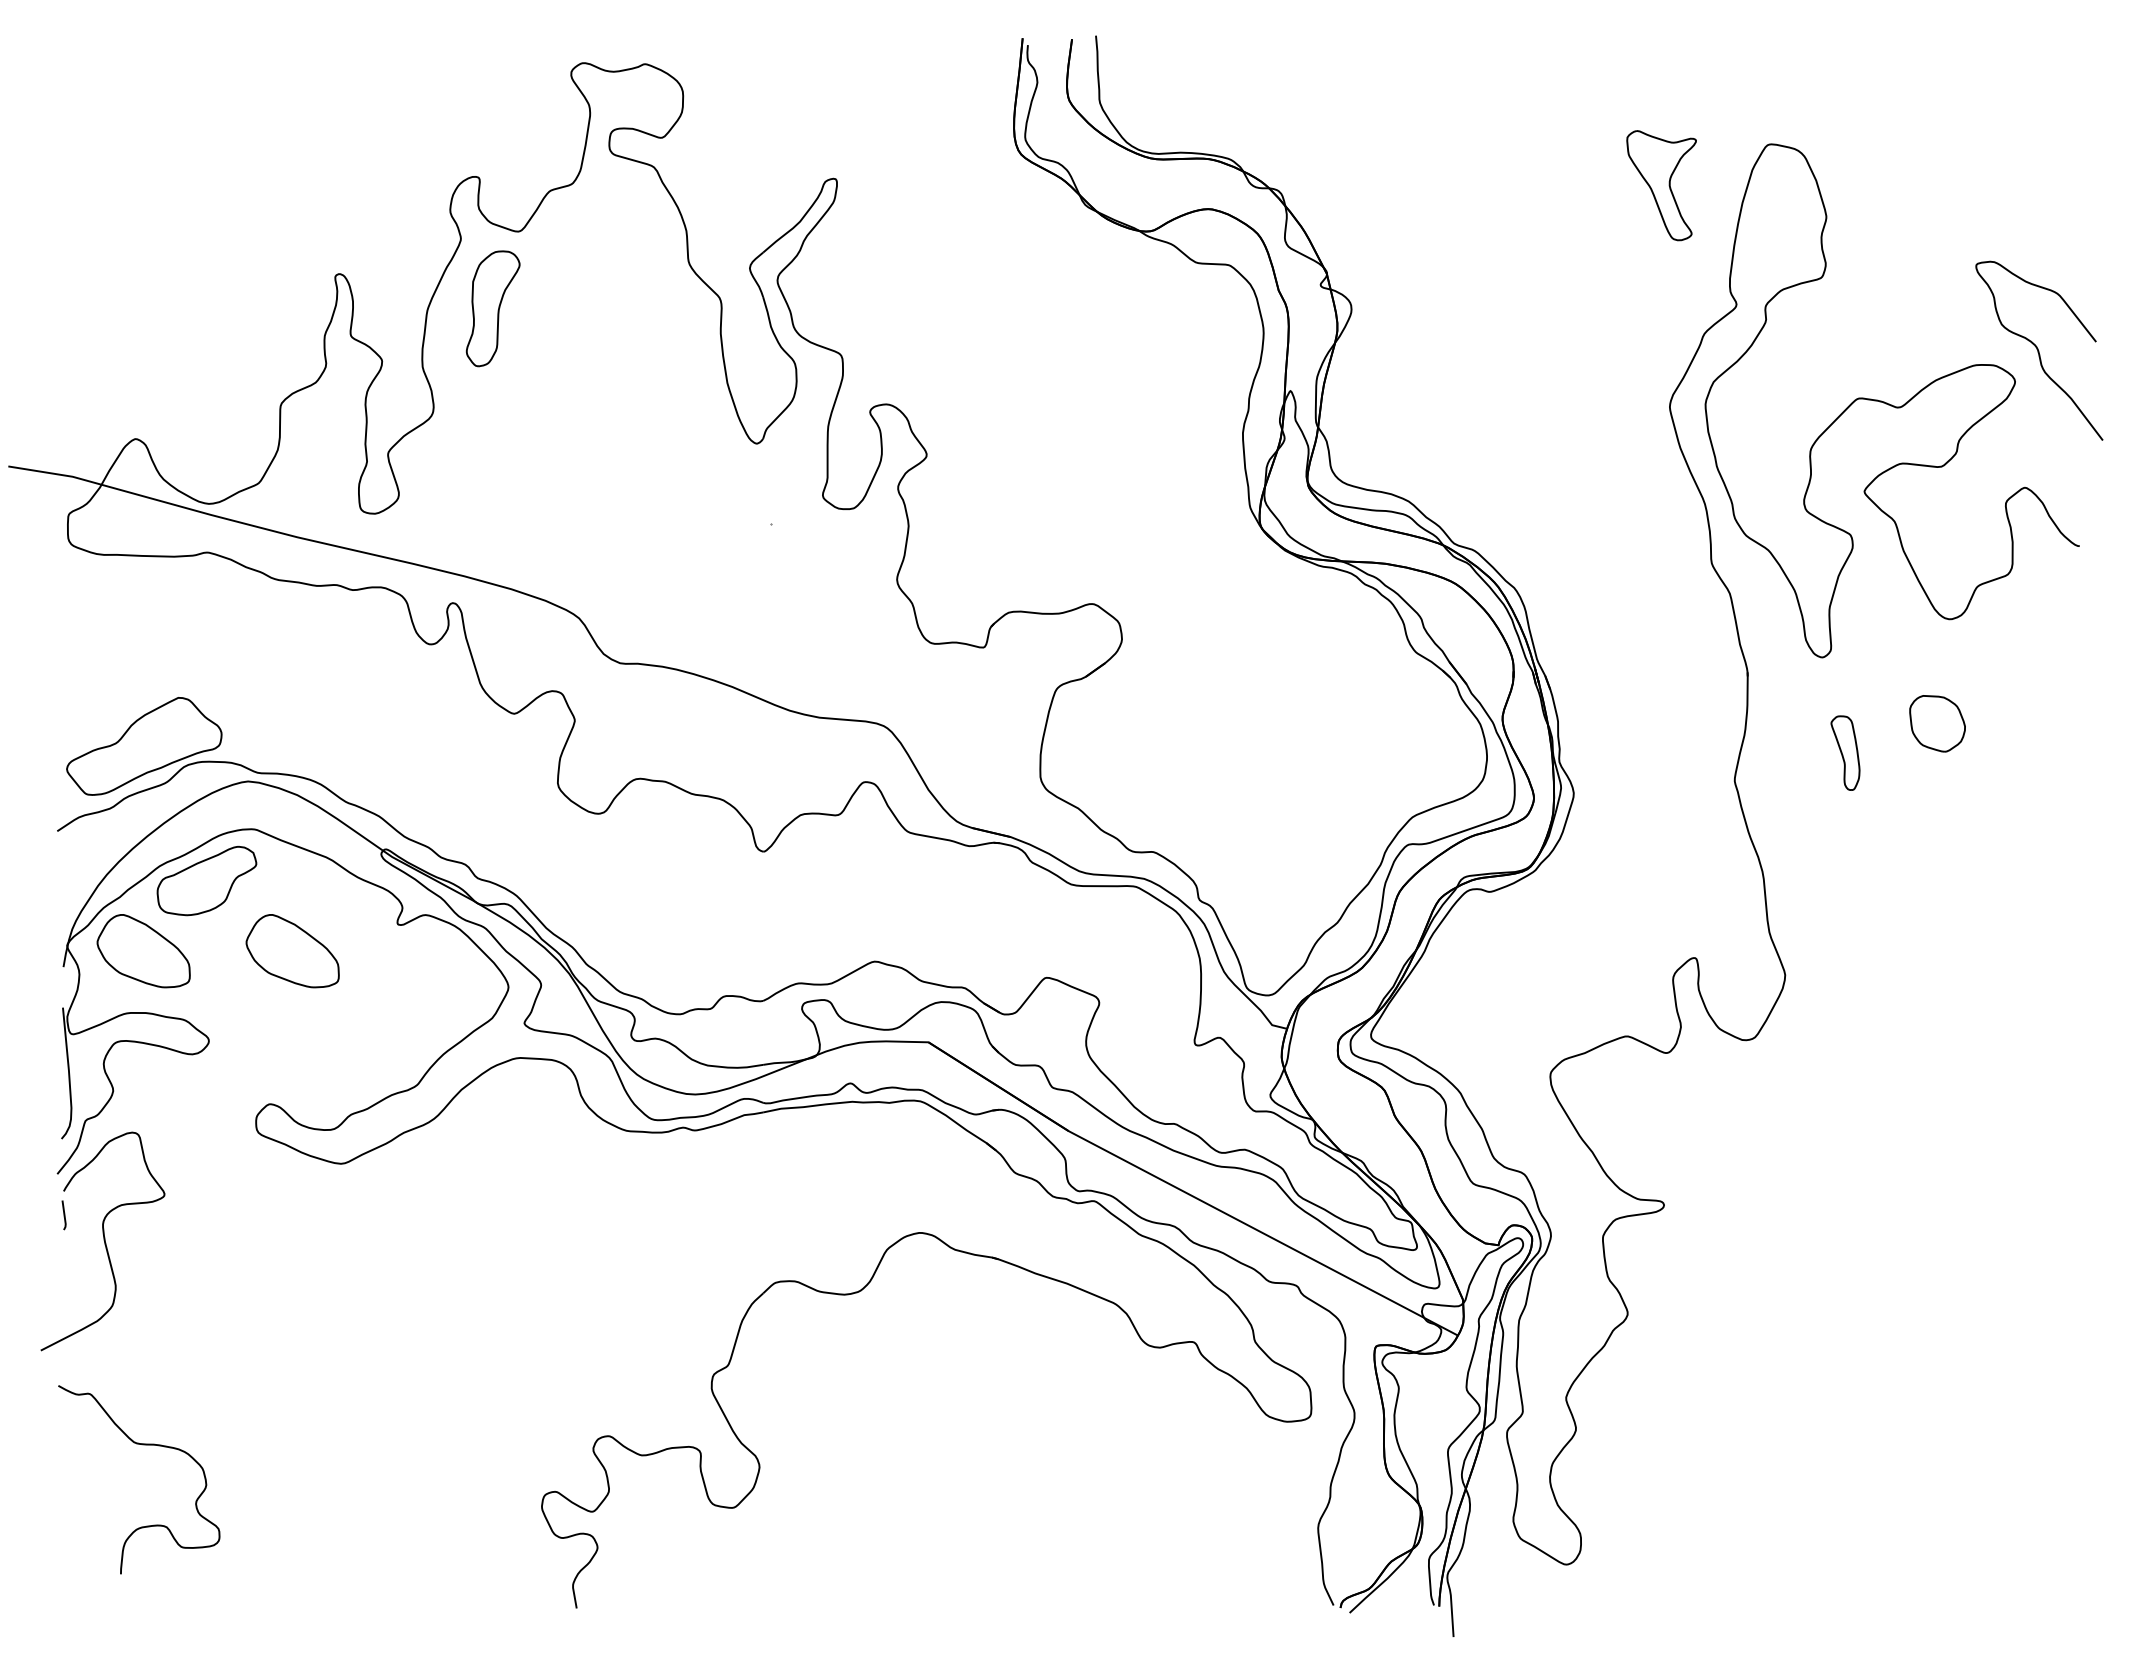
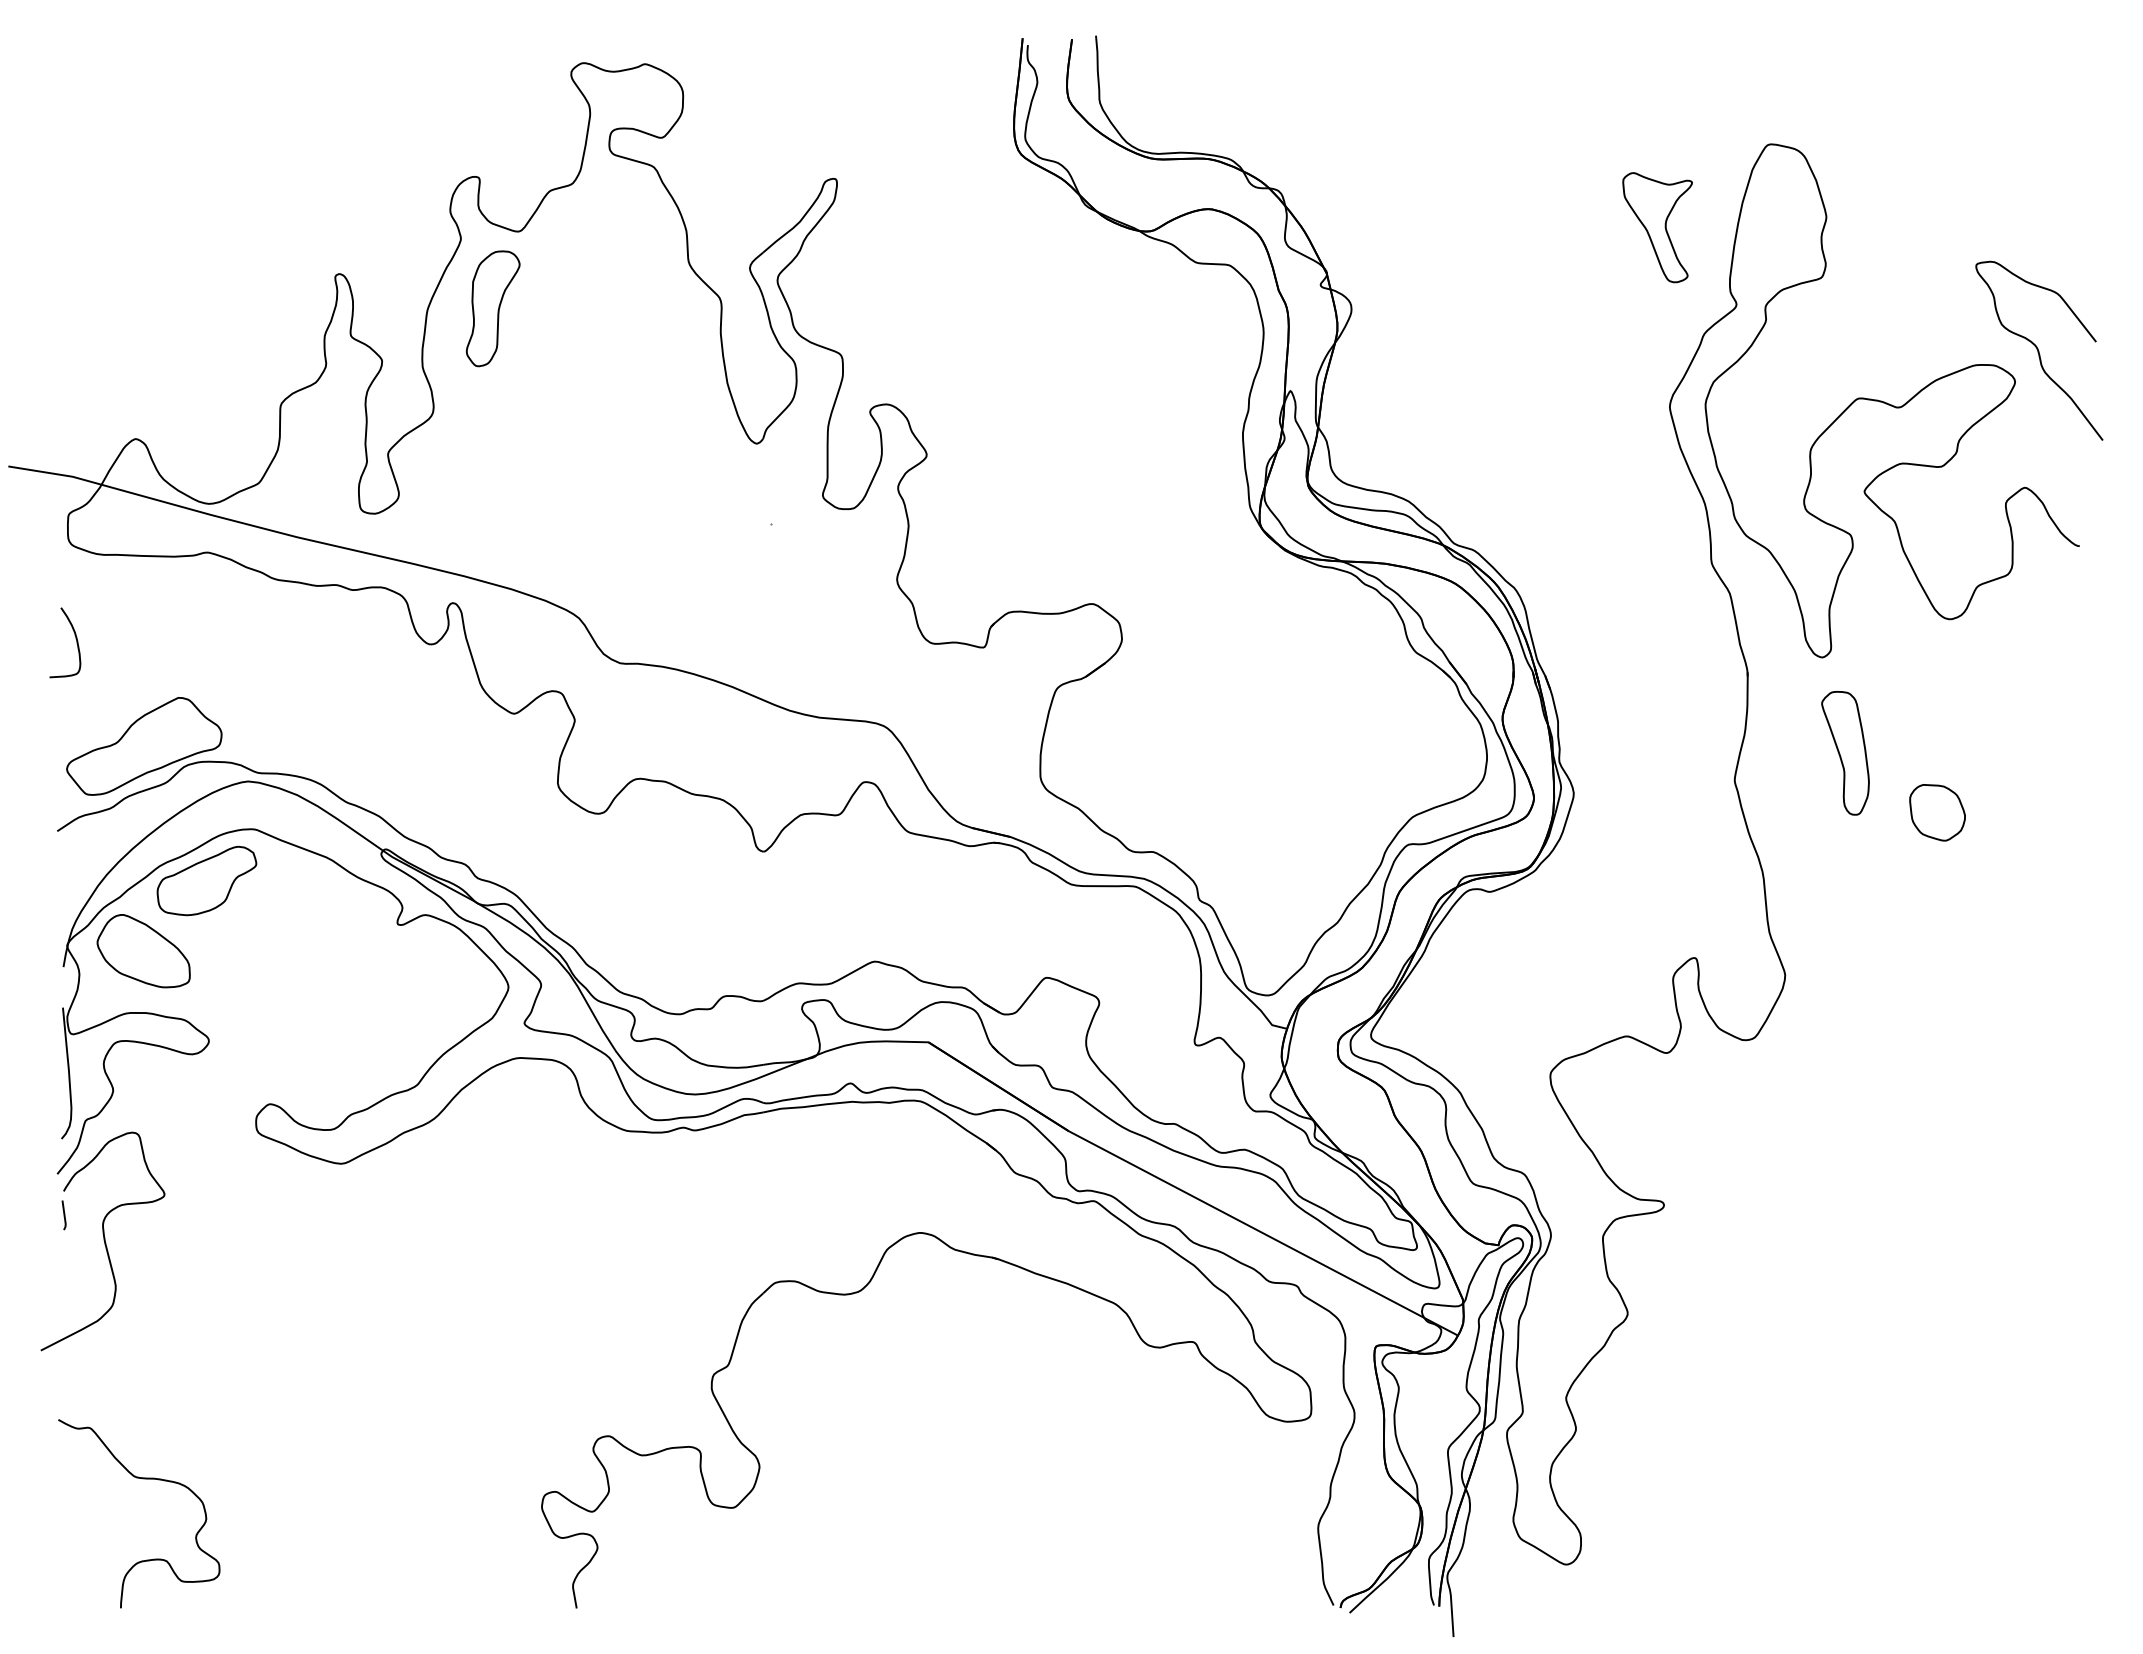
part at (1661, 185) position: (1661, 185) -> (1657, 227)
curve at (75, 638): none -> present
part at (1937, 723) position: (1937, 723) -> (1937, 812)
part at (1845, 752) size: 31x76 px -> 49x126 px
part at (292, 951): present -> none
curve at (142, 1445) position: (142, 1445) -> (142, 1479)
